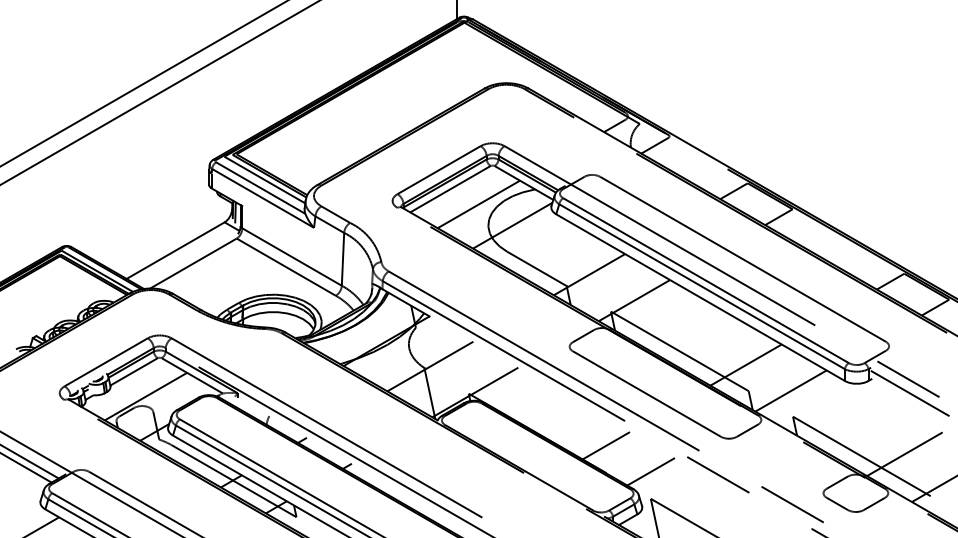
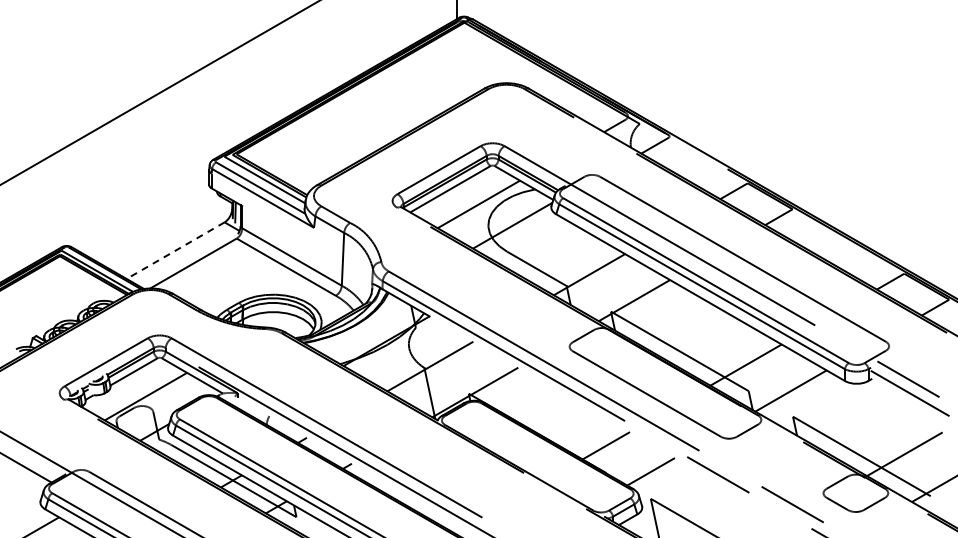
line at (143, 83): present -> none
line at (175, 250): solid -> dashed
line at (30, 462): present -> none
